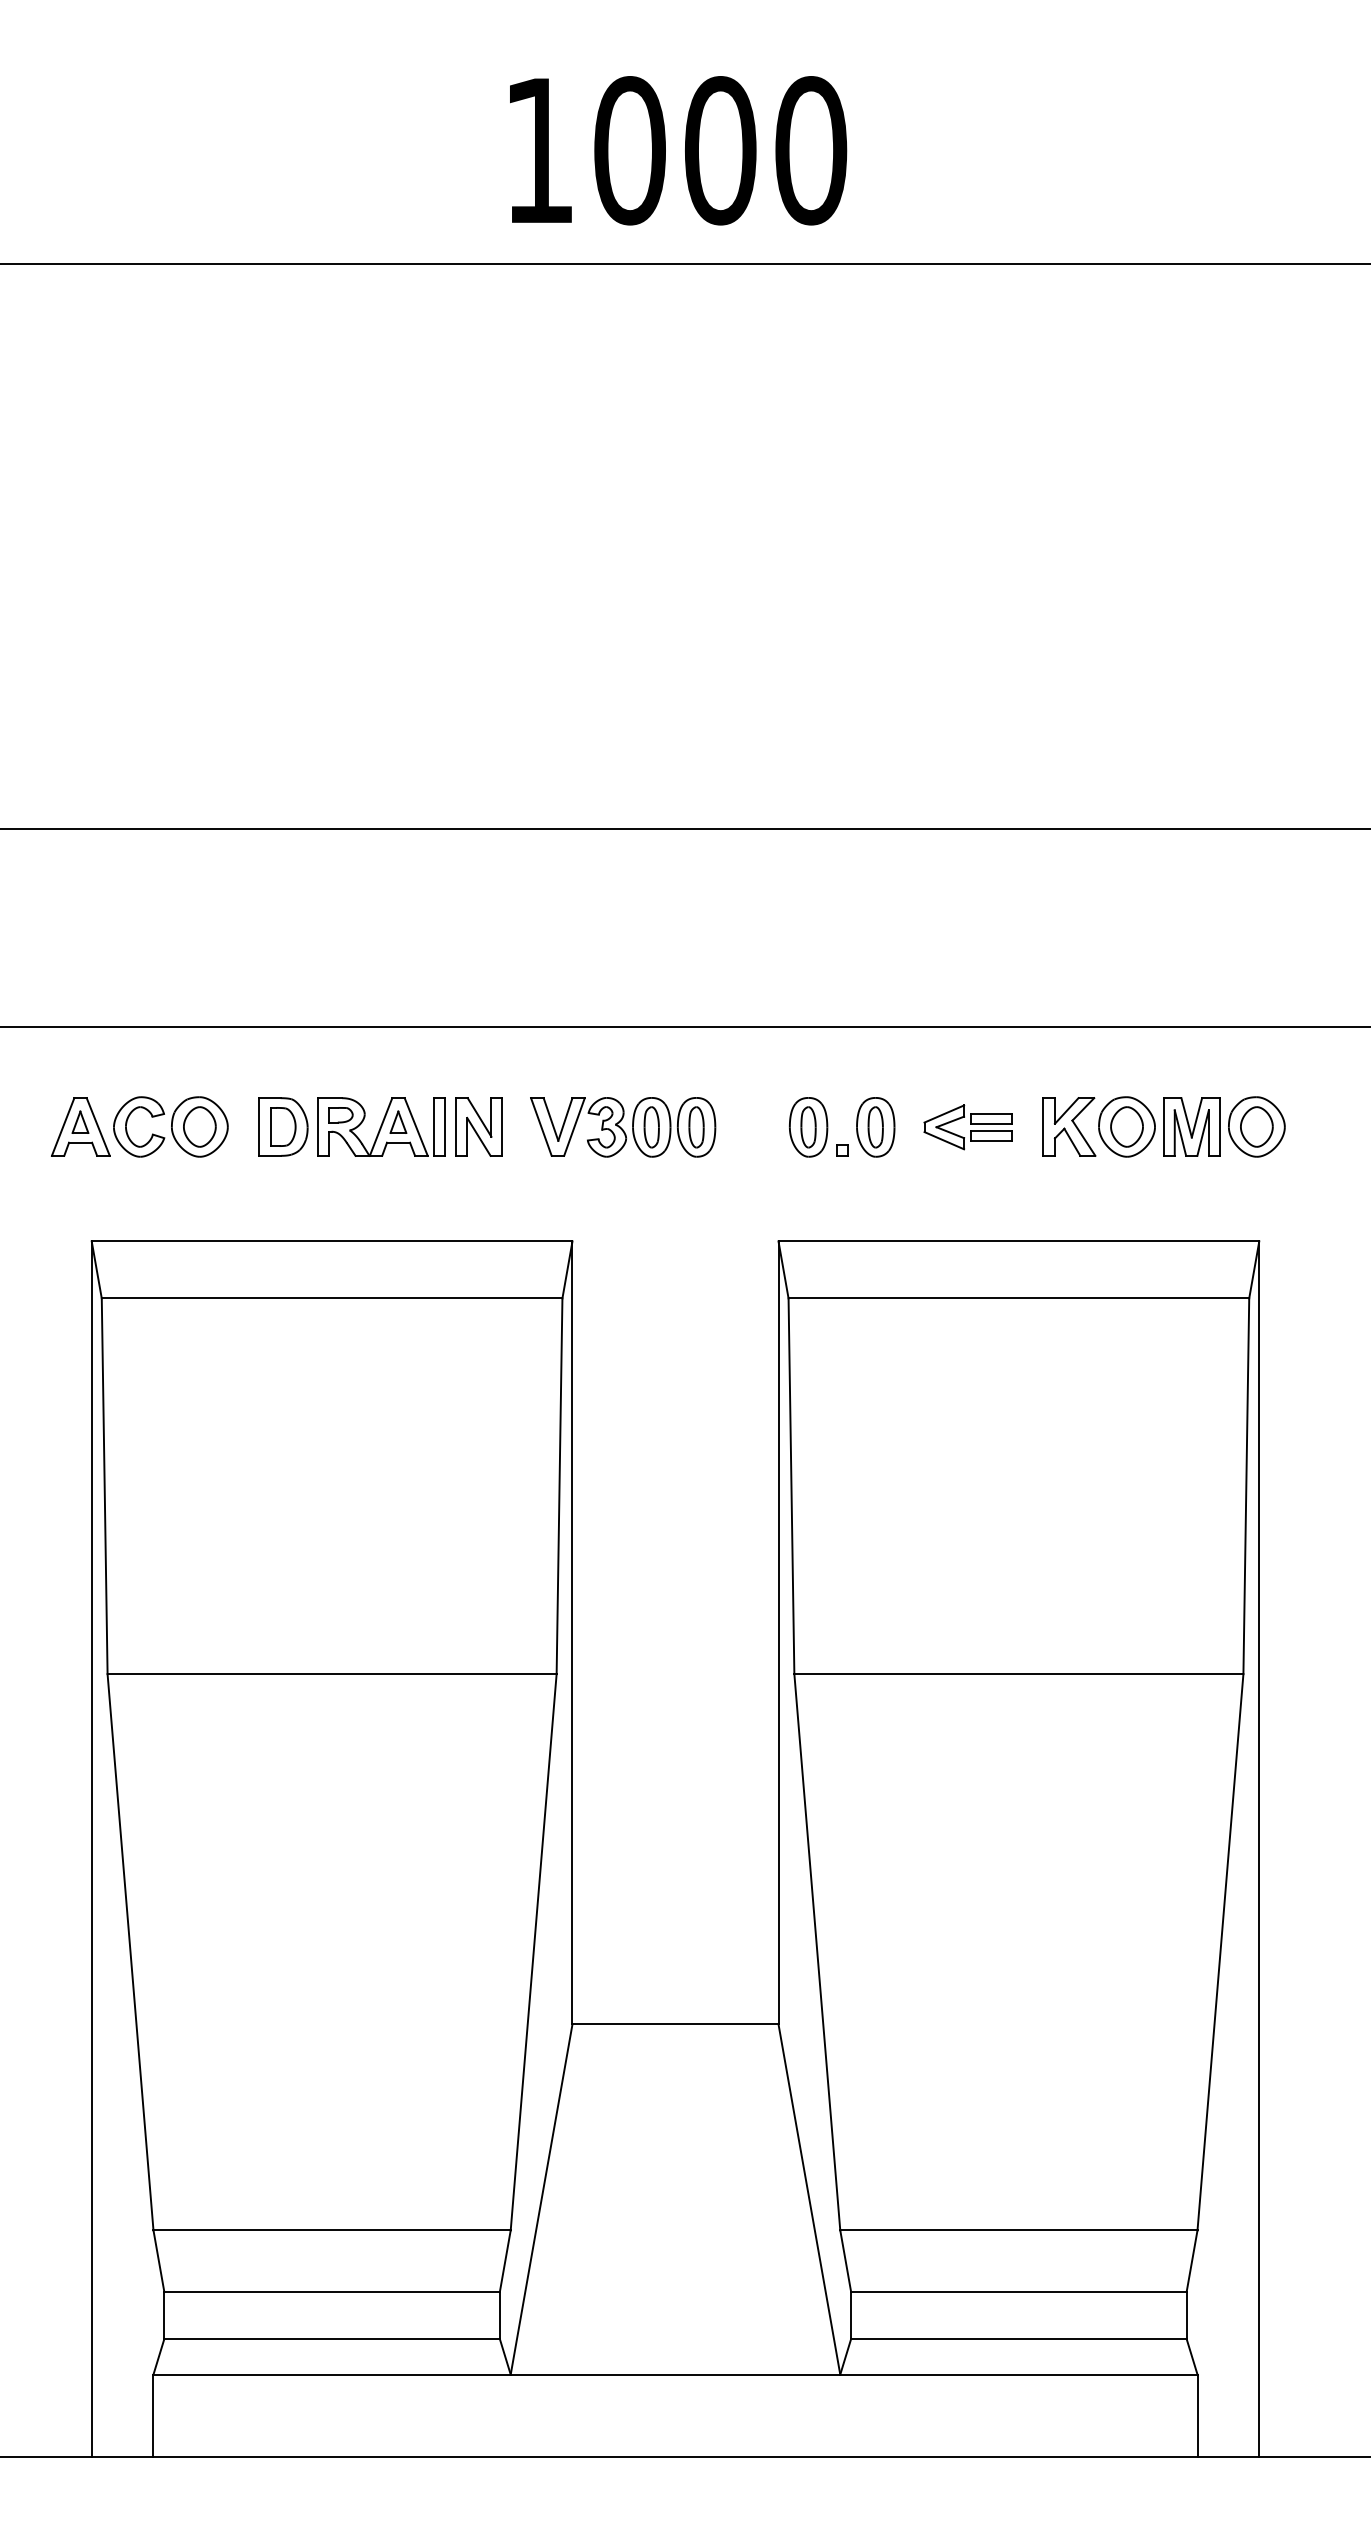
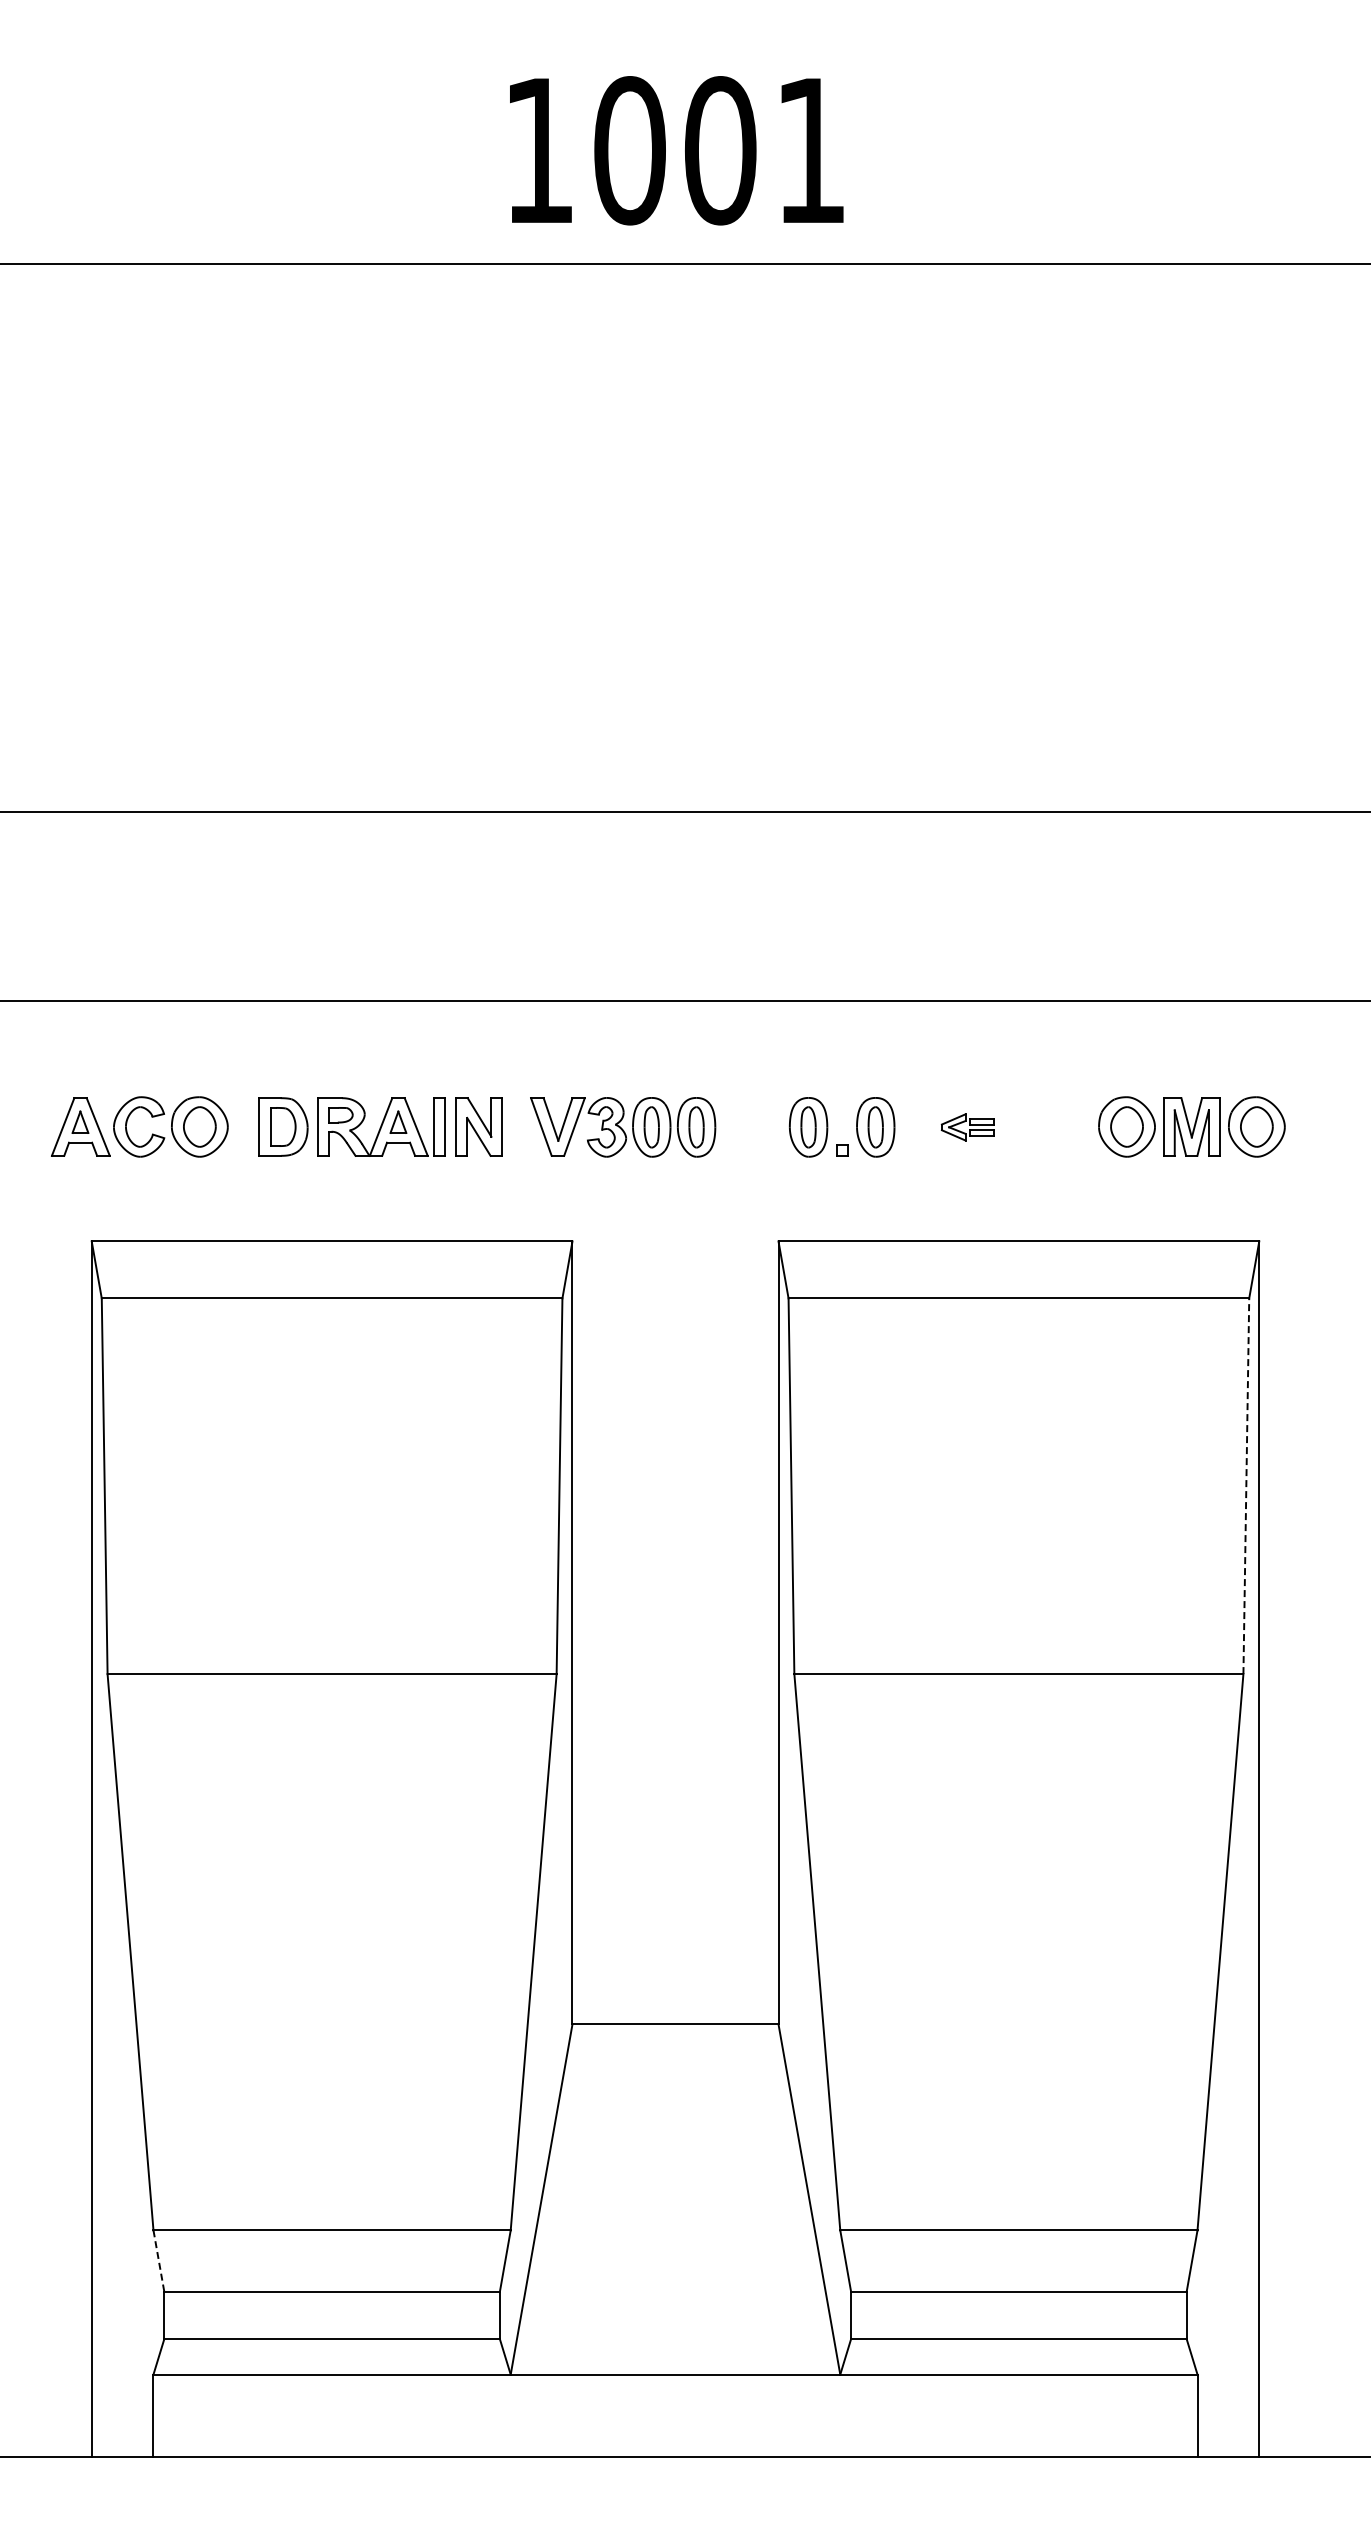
text at (811, 150): 1000 -> 1001
line at (684, 829) position: (684, 829) -> (684, 812)
line at (684, 1027) position: (684, 1027) -> (684, 1001)
part at (1069, 1126): present -> none
part at (967, 1127) size: 90x47 px -> 55x29 px
line at (1246, 1486): solid -> dashed
line at (159, 2261): solid -> dashed
